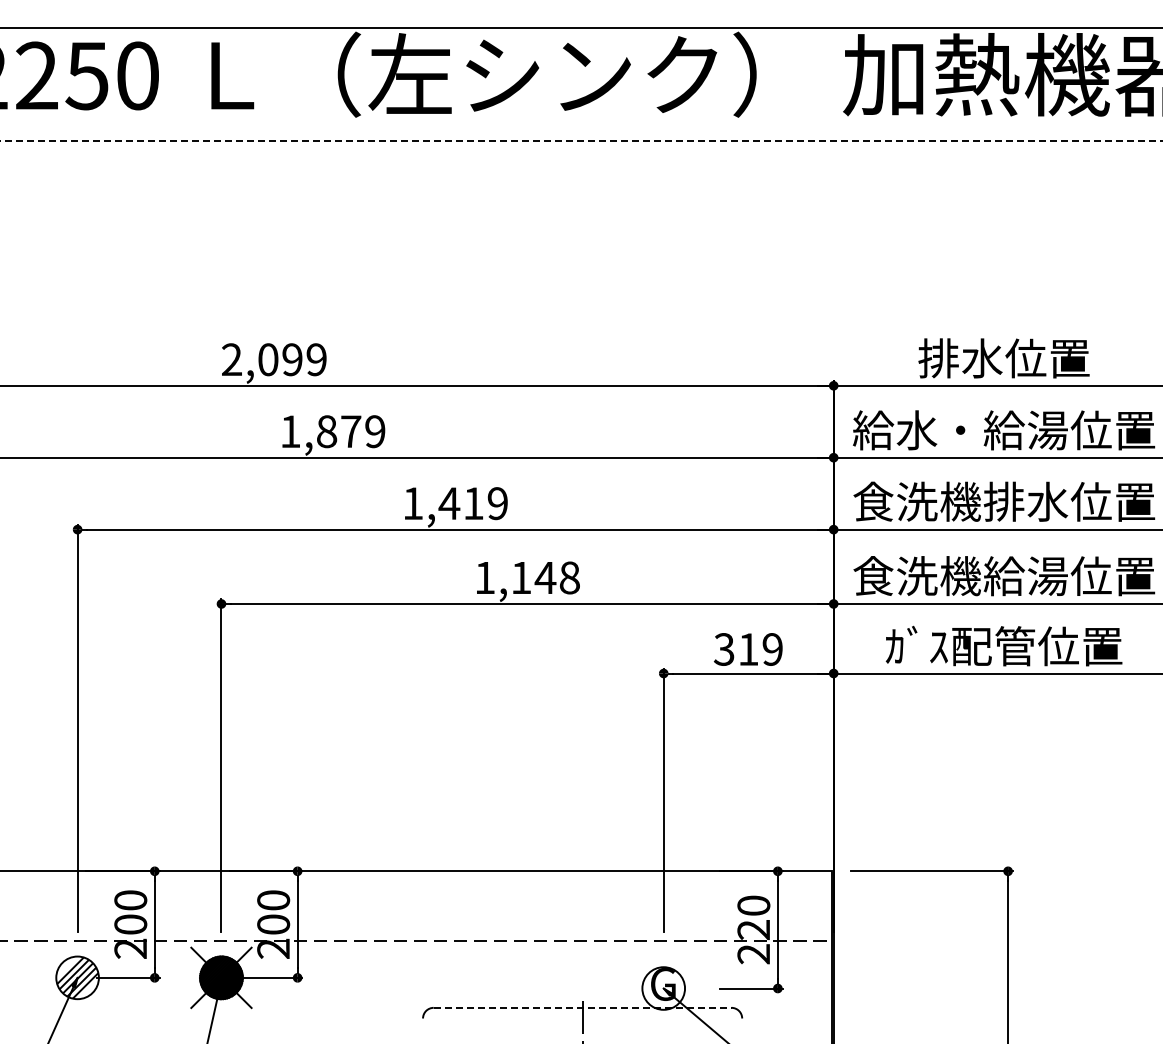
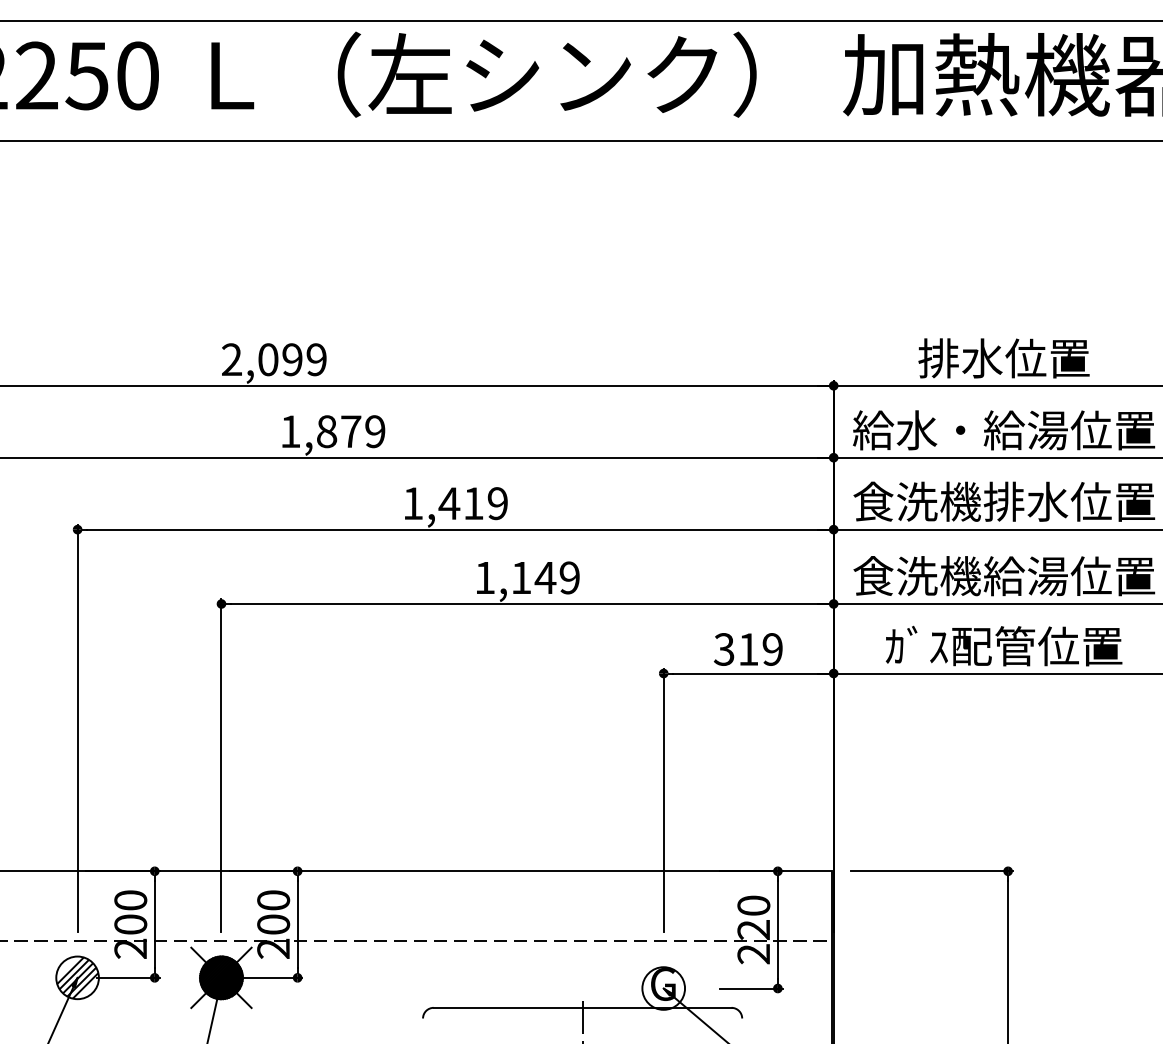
line at (580, 27) position: (580, 27) -> (580, 20)
line at (581, 140): dashed -> solid
text at (569, 577): 1,148 -> 1,149
line at (582, 1007): dashed -> solid
